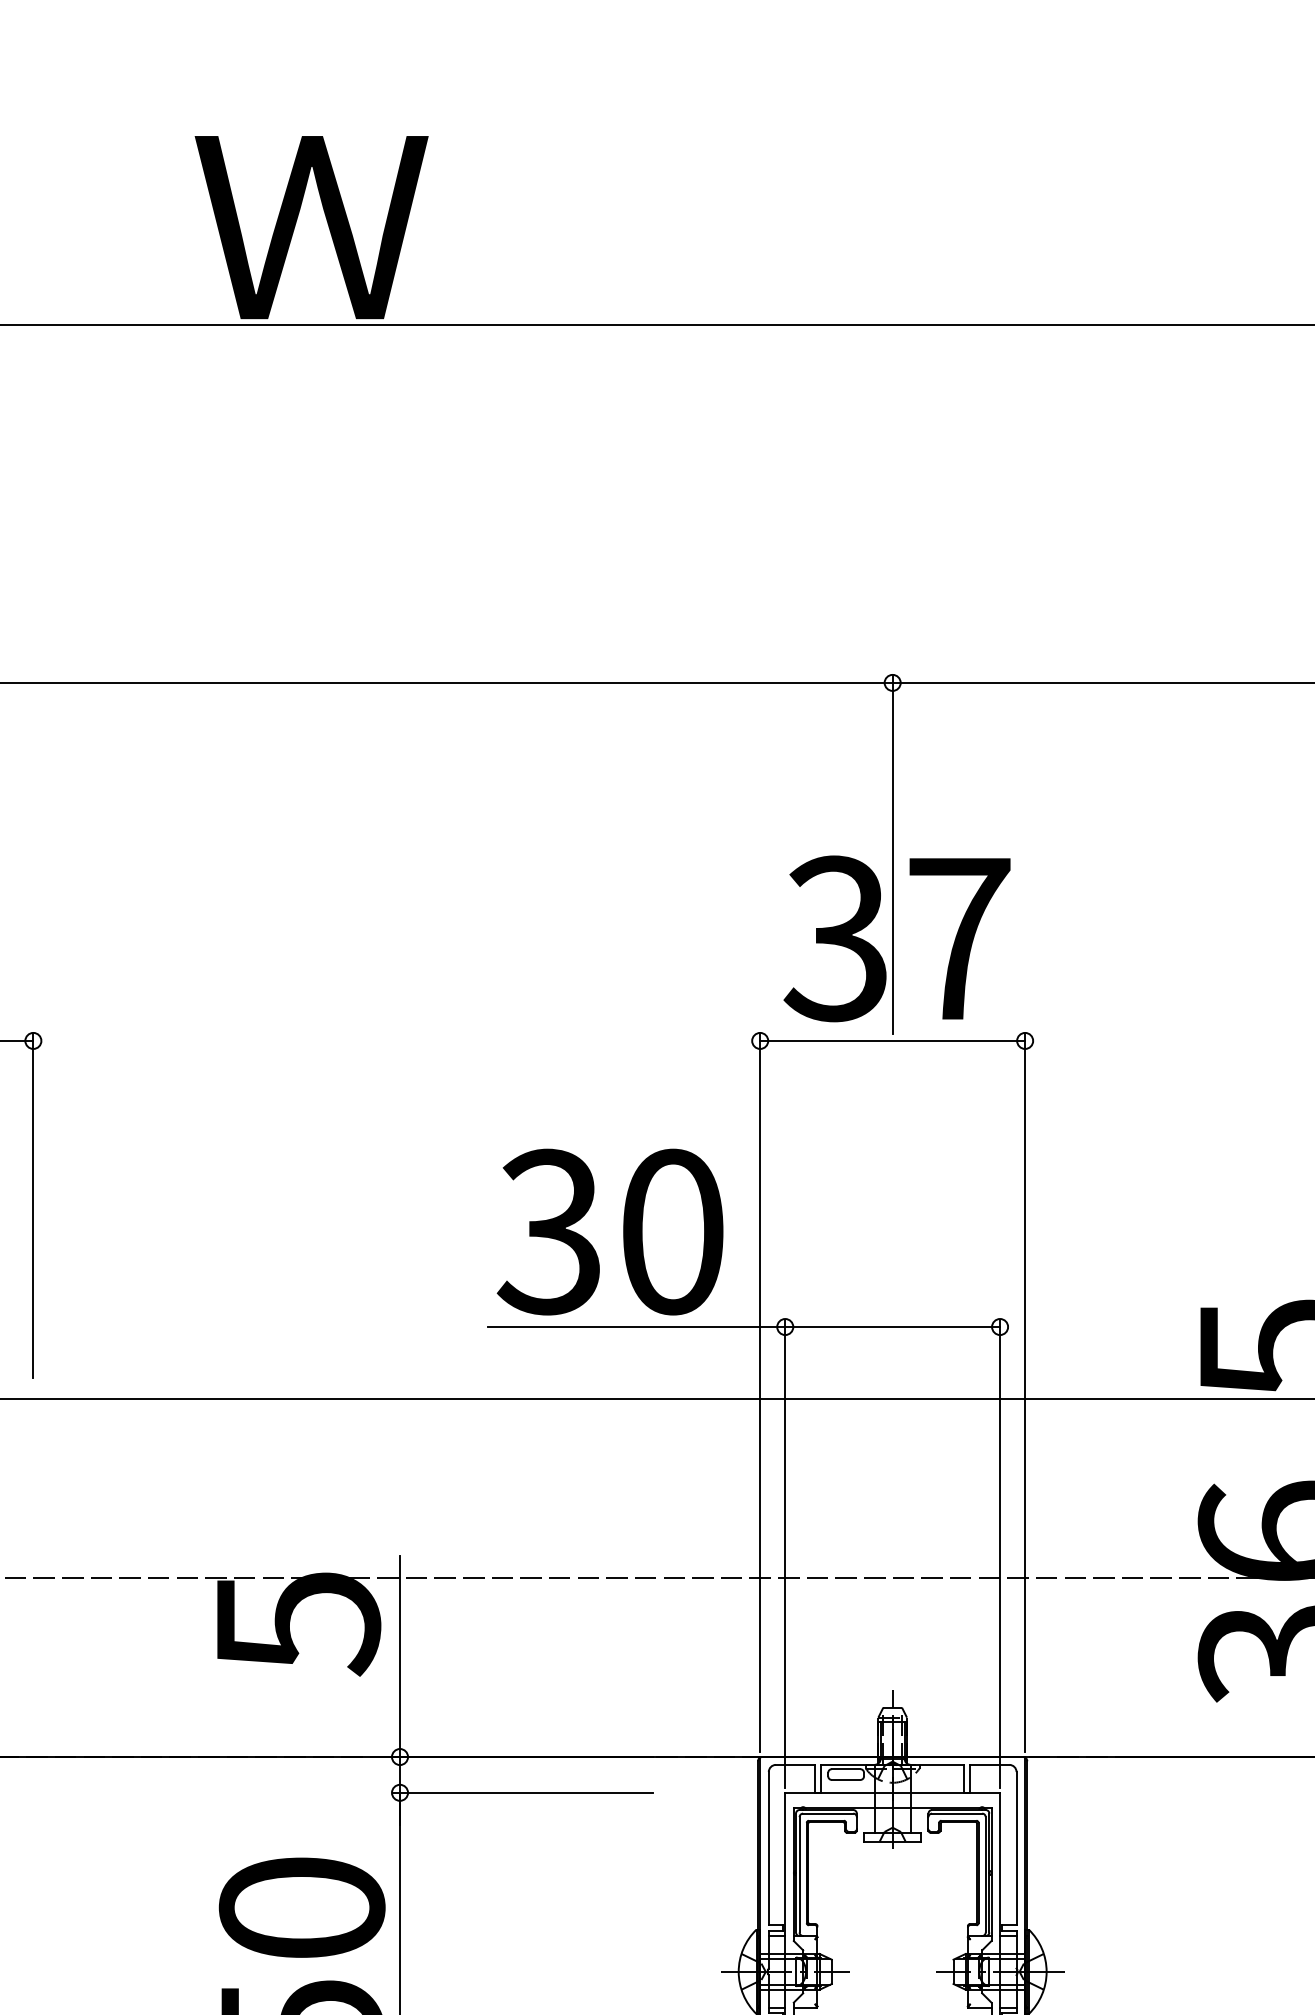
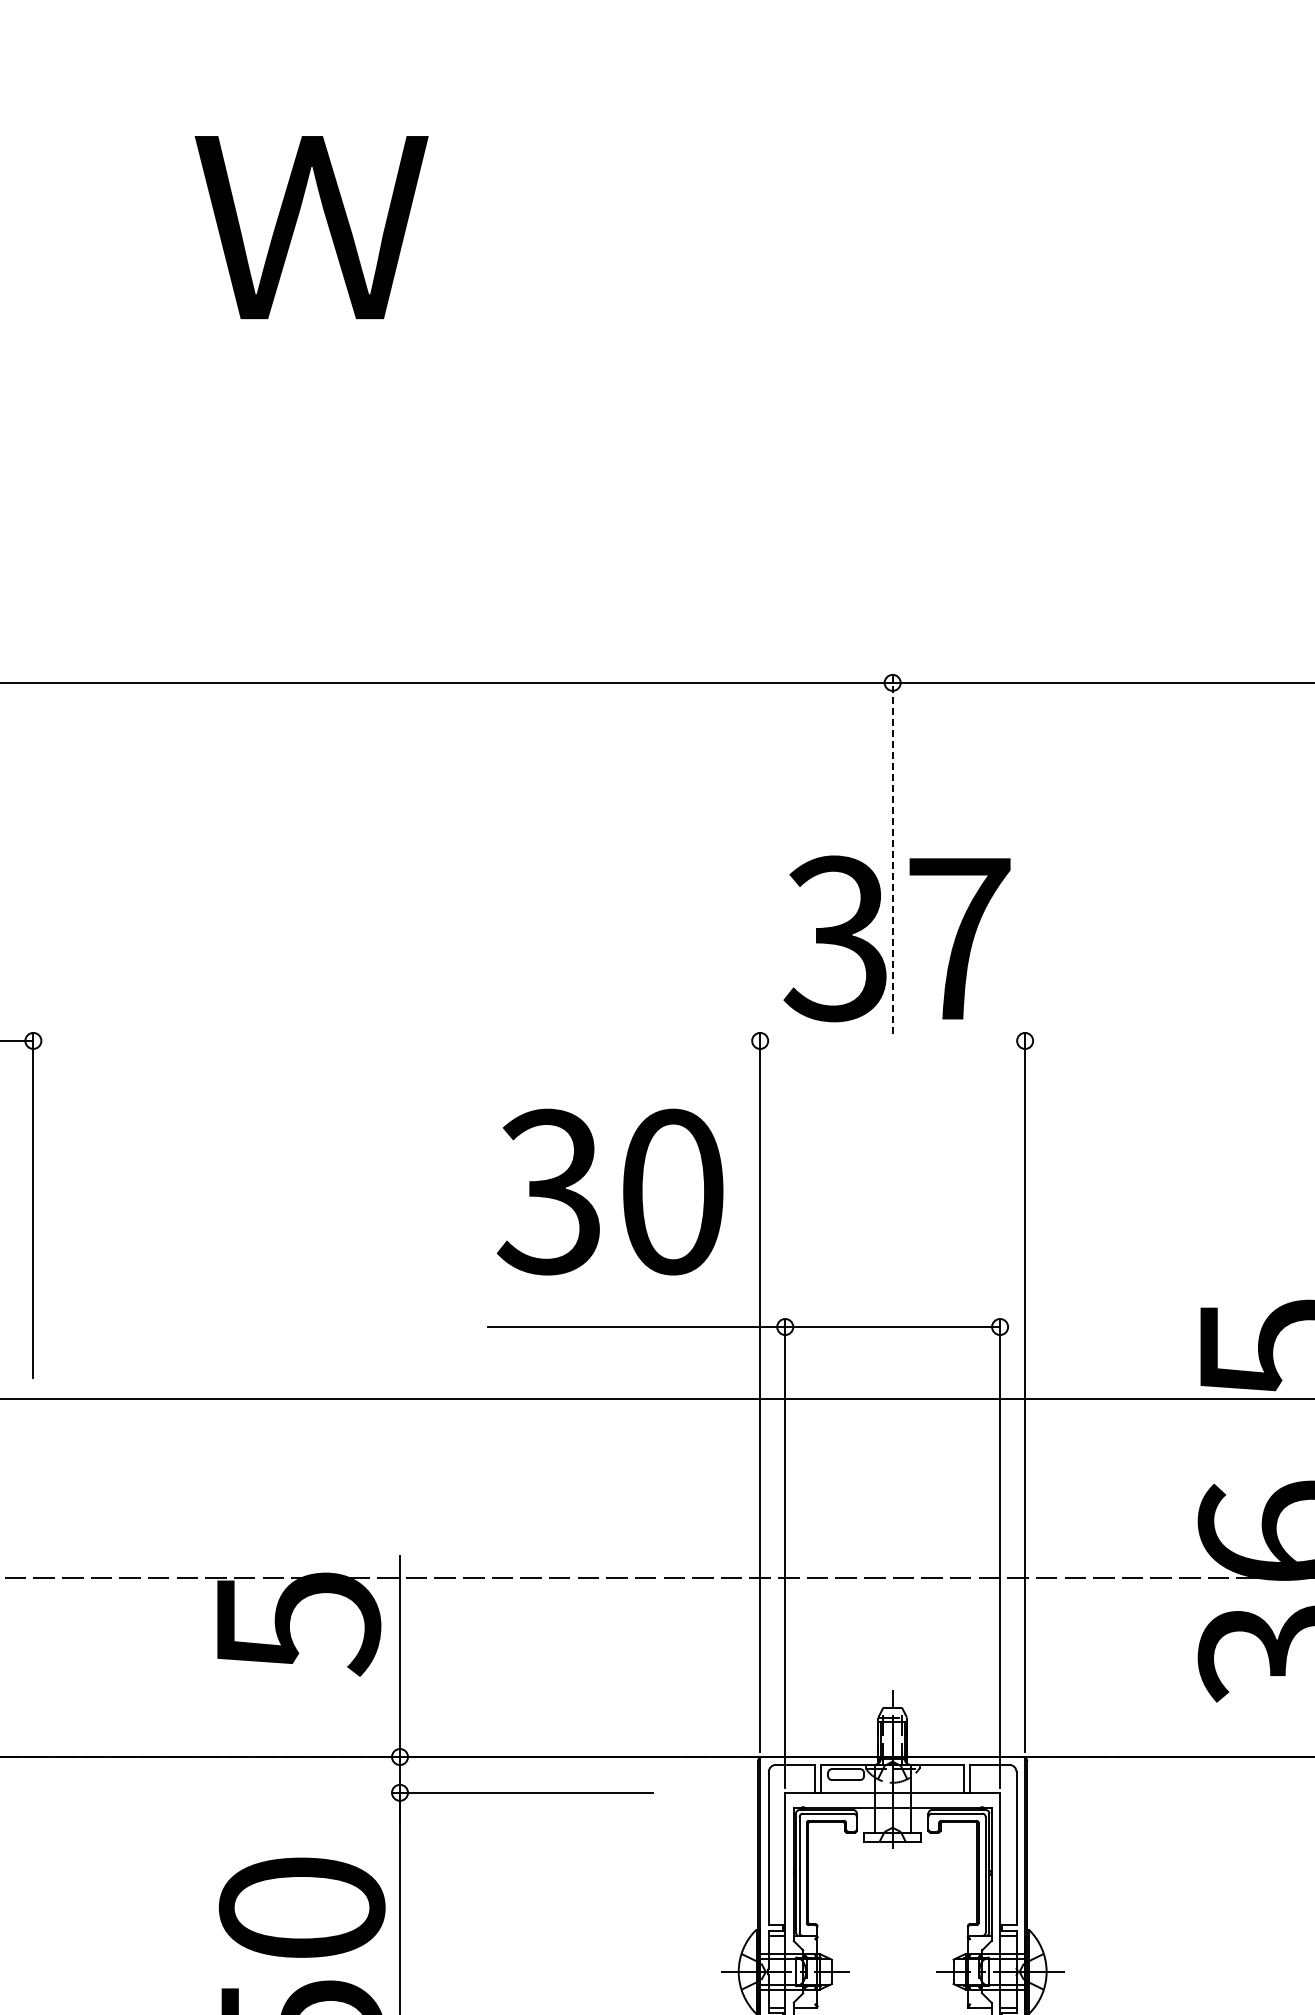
line at (656, 324): present -> none
line at (892, 854): solid -> dashed
line at (892, 1040): present -> none
text at (609, 1231) position: (609, 1231) -> (609, 1191)
